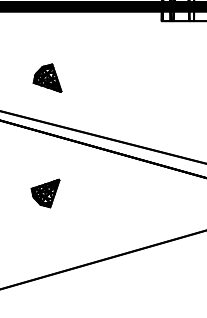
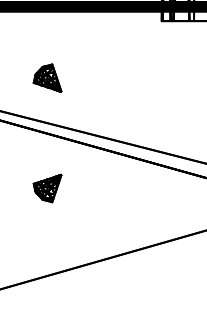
part at (45, 193) position: (45, 193) -> (47, 188)
